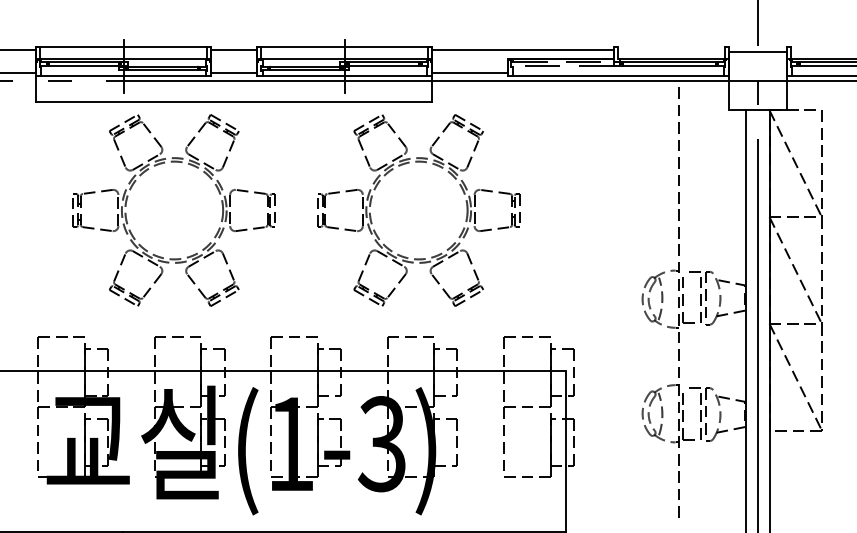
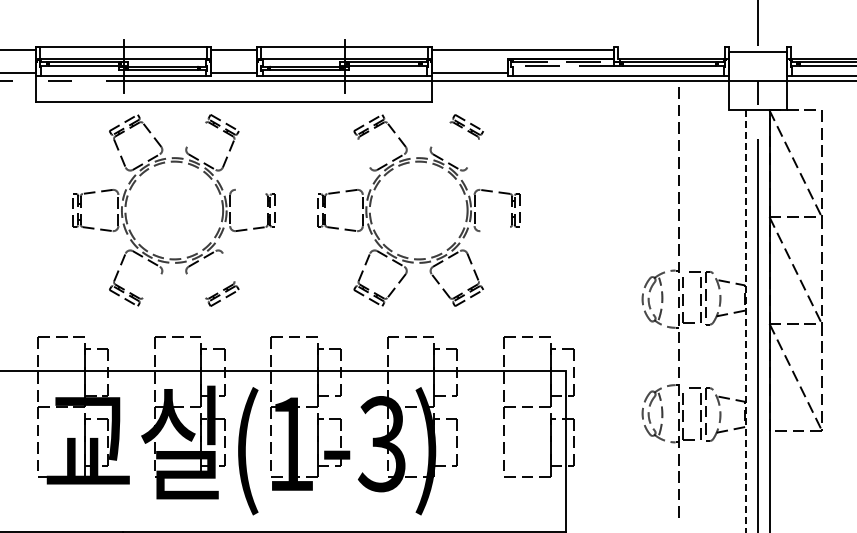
line at (196, 134): present -> none
line at (440, 134): present -> none
line at (364, 153): present -> none
line at (472, 153): present -> none
line at (250, 191): present -> none
line at (495, 229): present -> none
line at (228, 267): present -> none
line at (151, 285): present -> none
line at (196, 285): present -> none
line at (746, 321): solid -> dashed
